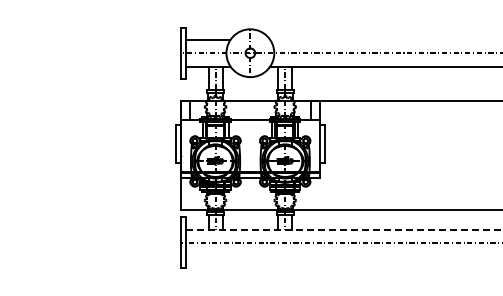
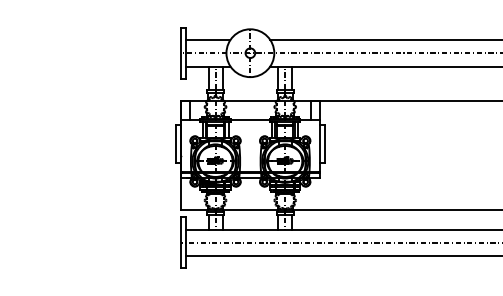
line at (384, 39): none -> present
line at (344, 229): dashed -> solid
line at (342, 256): none -> present
